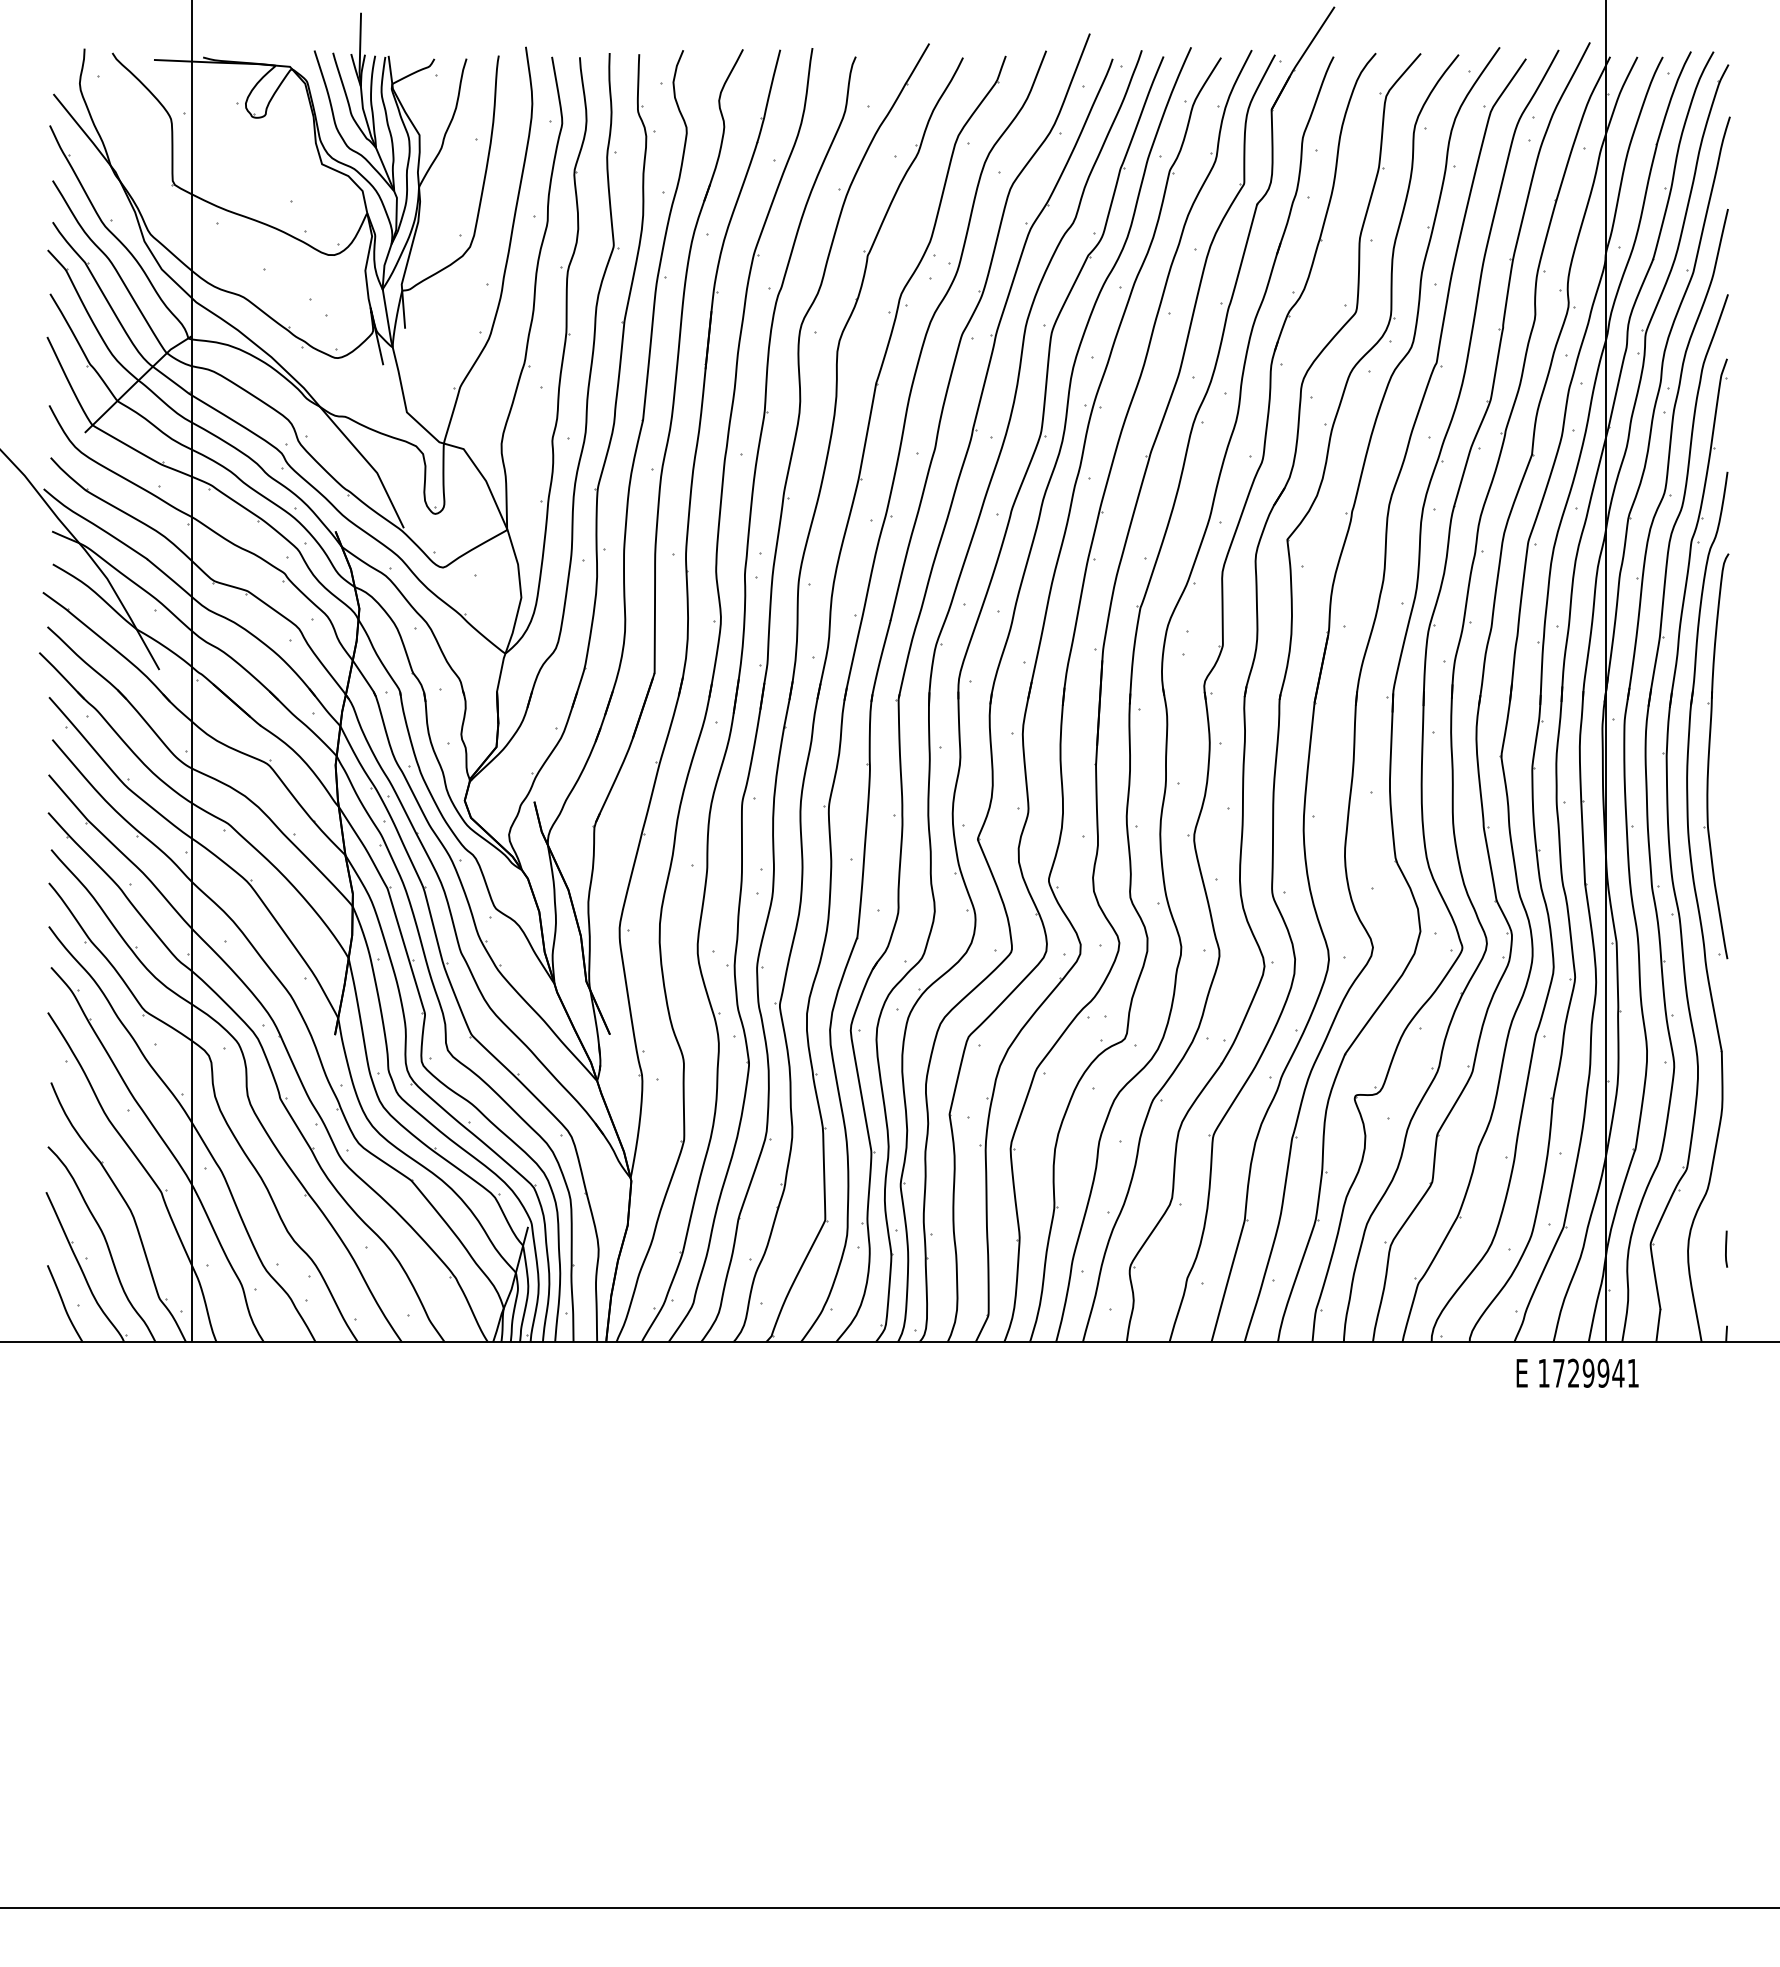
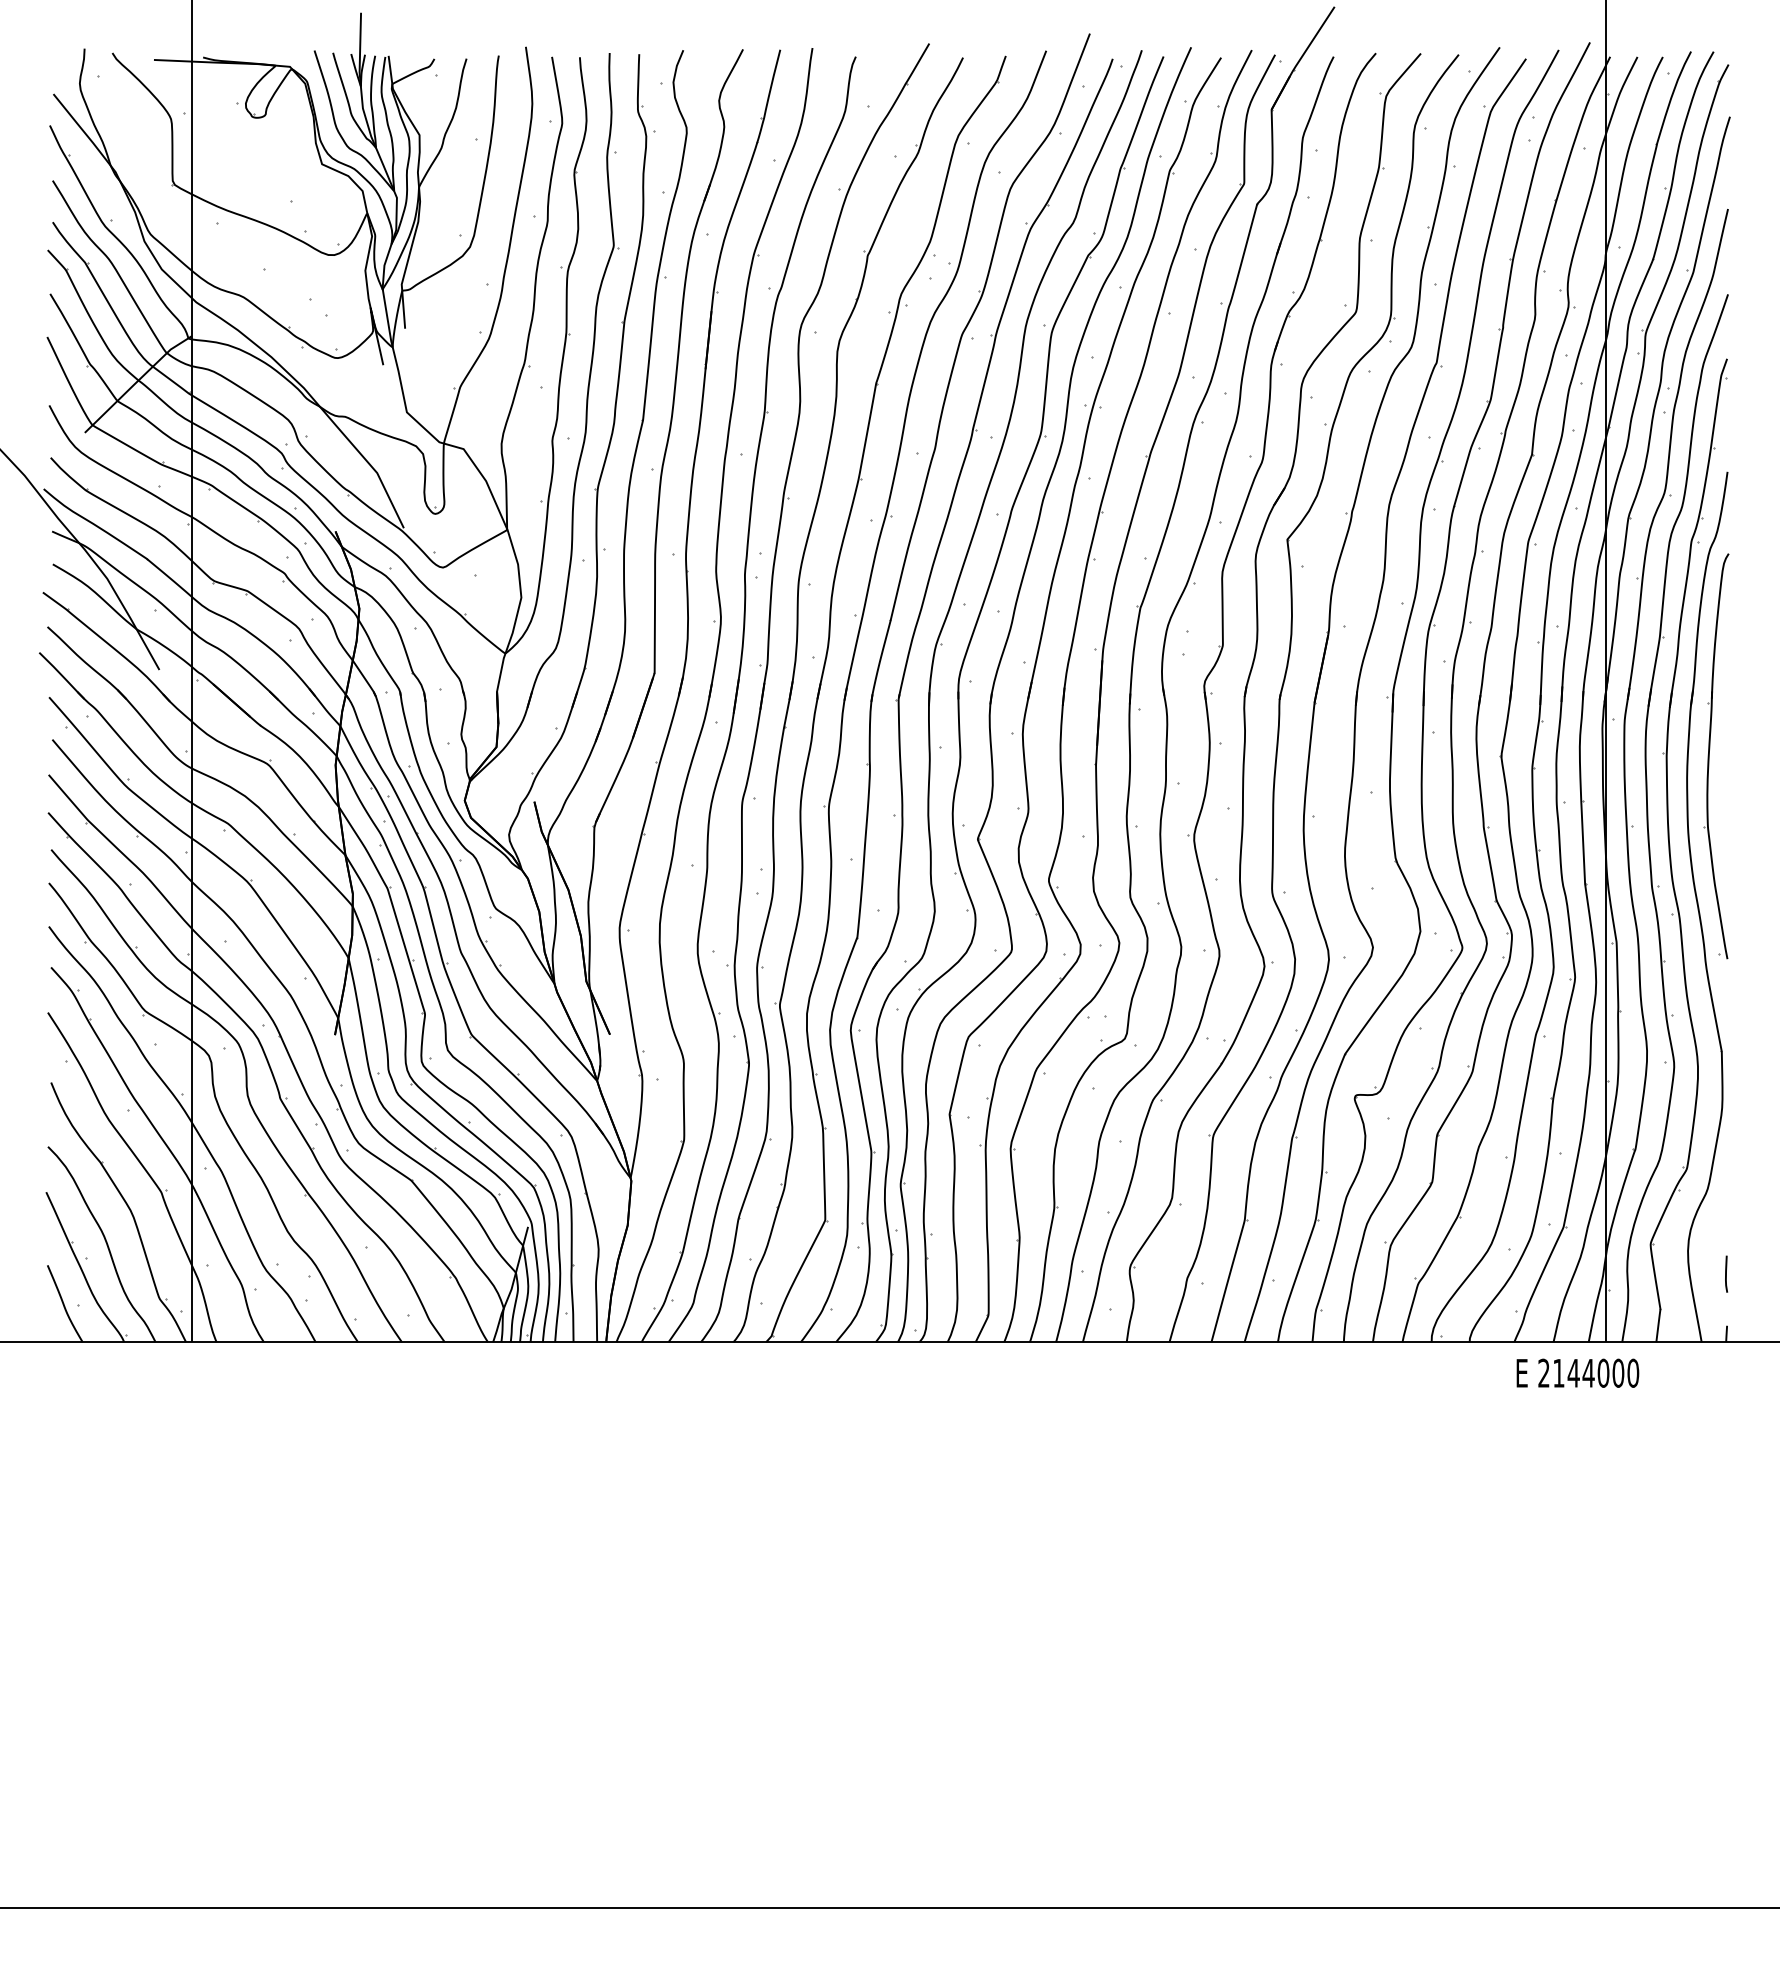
line at (1726, 1248) position: (1726, 1248) -> (1726, 1273)
text at (1588, 1372): 1729941 -> 2144000
